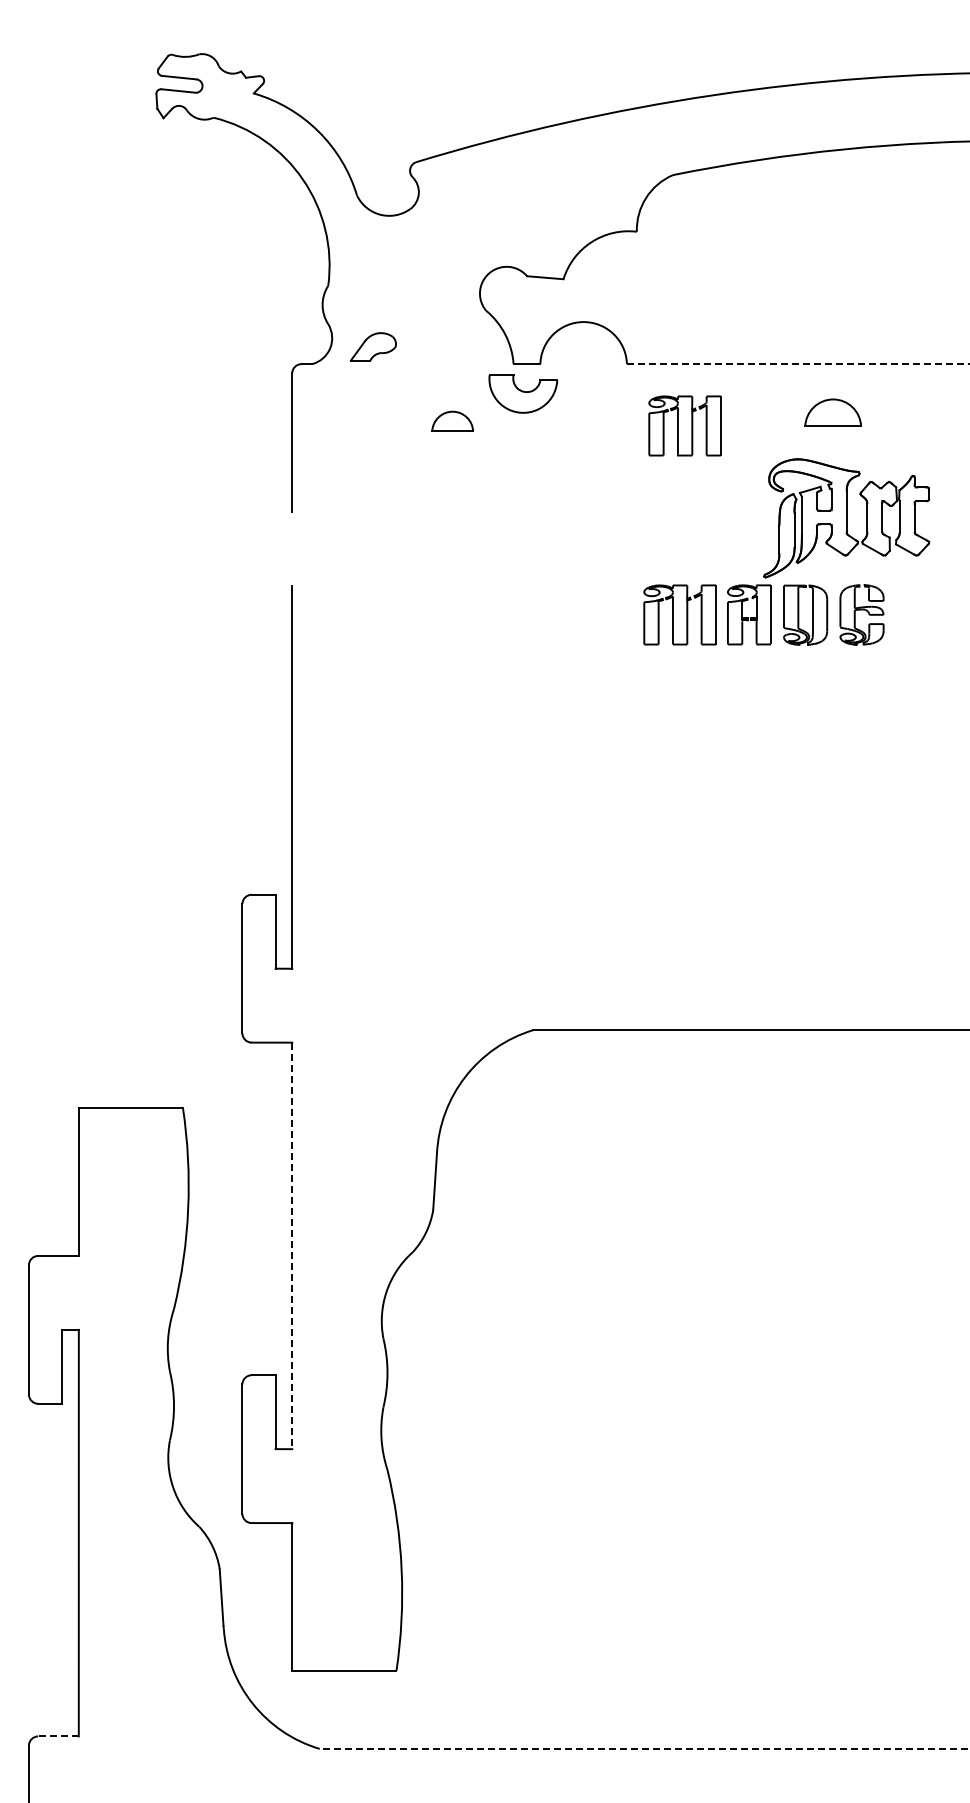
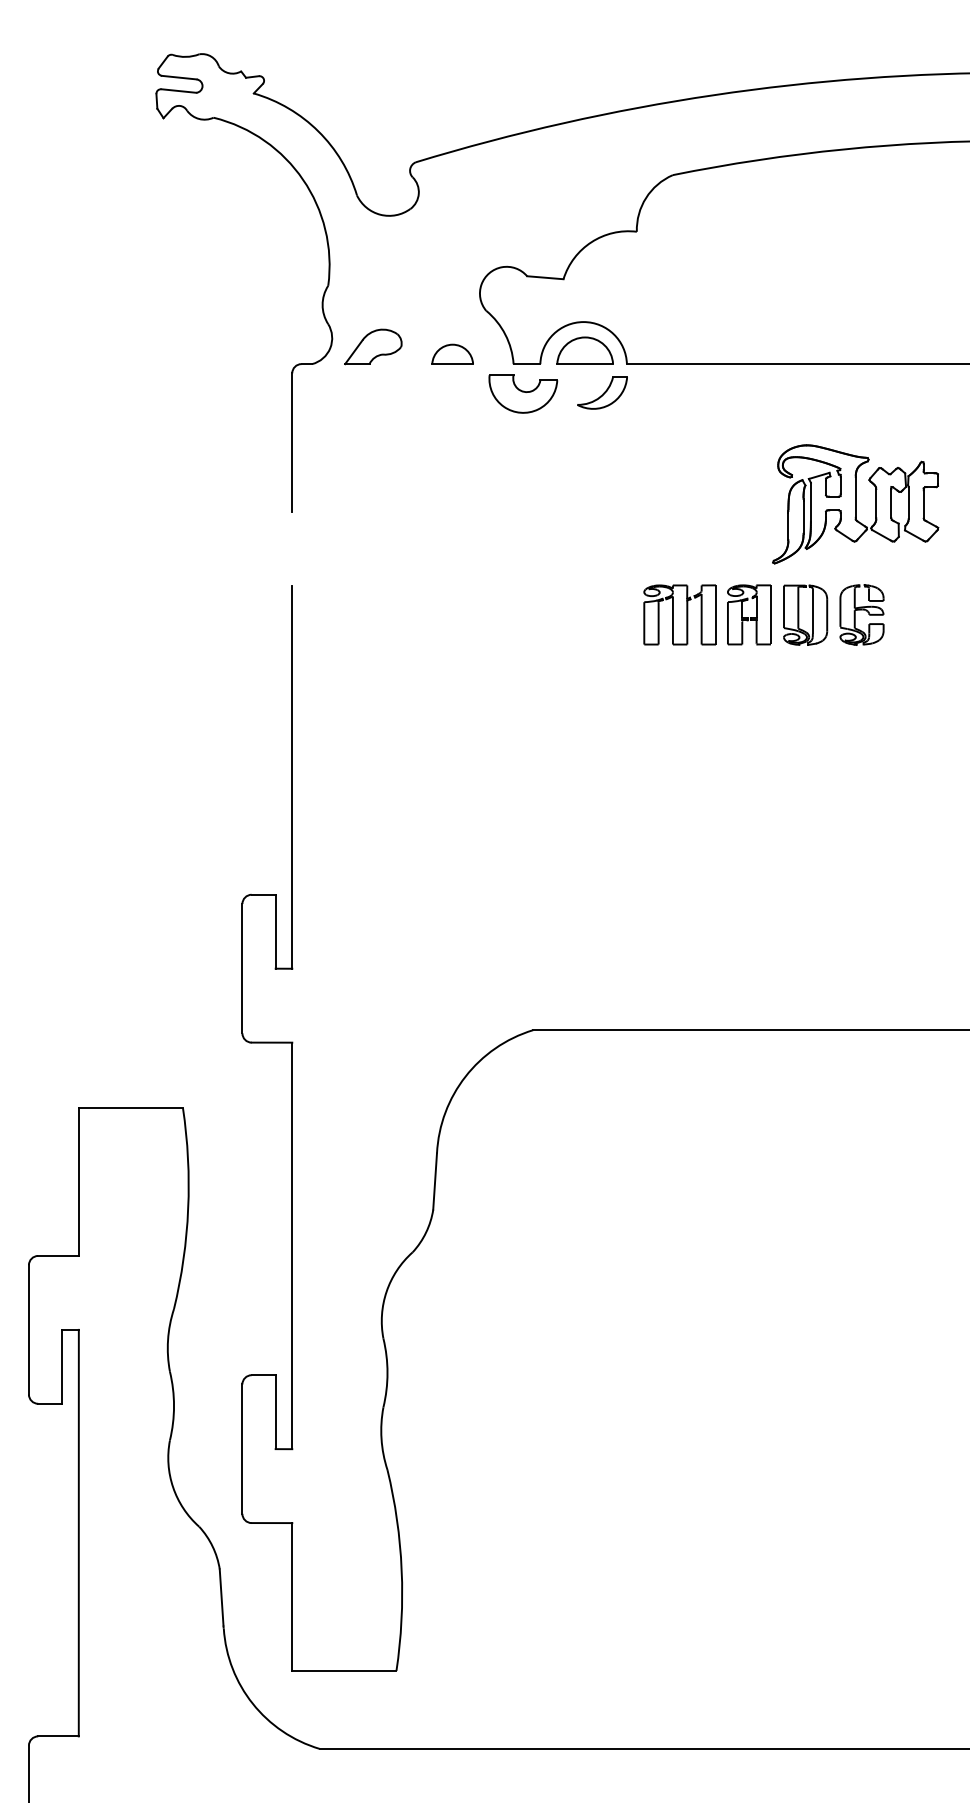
part at (372, 346) size: 48x30 px -> 59x38 px
line at (798, 364): dashed -> solid
part at (602, 392): none -> present
part at (832, 412) position: (832, 412) -> (584, 350)
part at (452, 420) position: (452, 420) -> (452, 353)
part at (684, 425): present -> none
part at (846, 518) position: (846, 518) -> (855, 504)
line at (292, 1246): dashed -> solid
line at (58, 1736): dashed -> solid
line at (644, 1748): dashed -> solid
